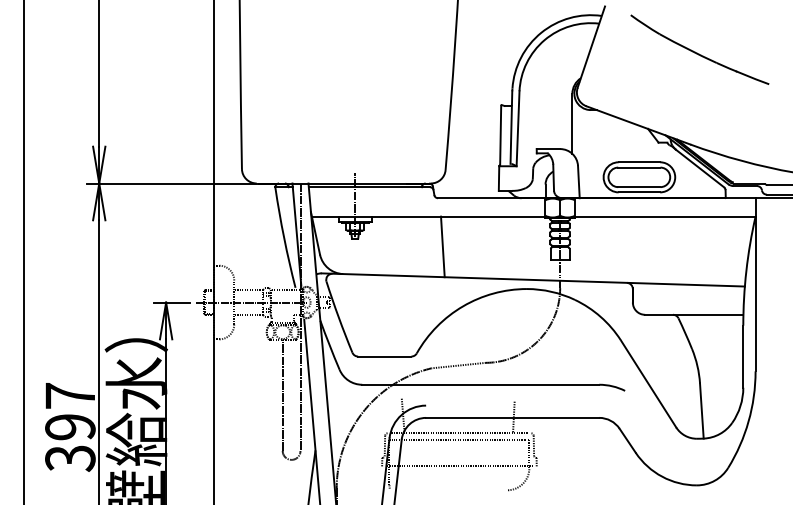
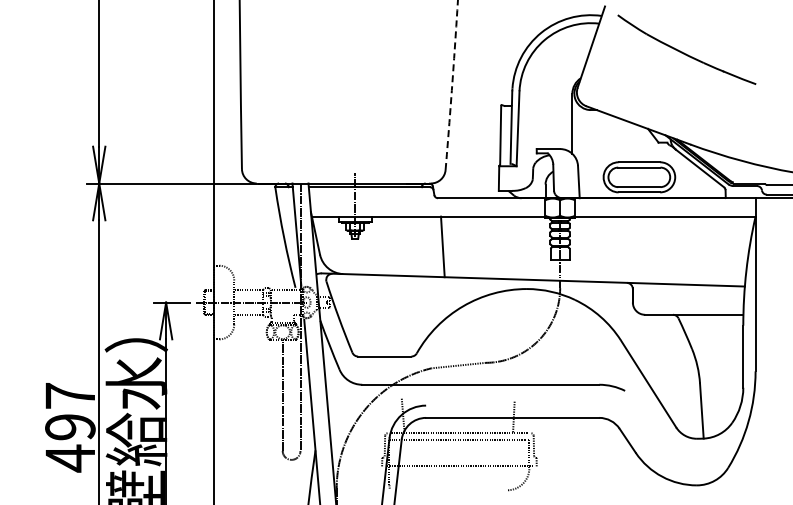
part at (699, 49) position: (699, 49) -> (686, 49)
arc at (452, 85): solid -> dashed
line at (23, 251): present -> none
text at (70, 458): 397 -> 497
